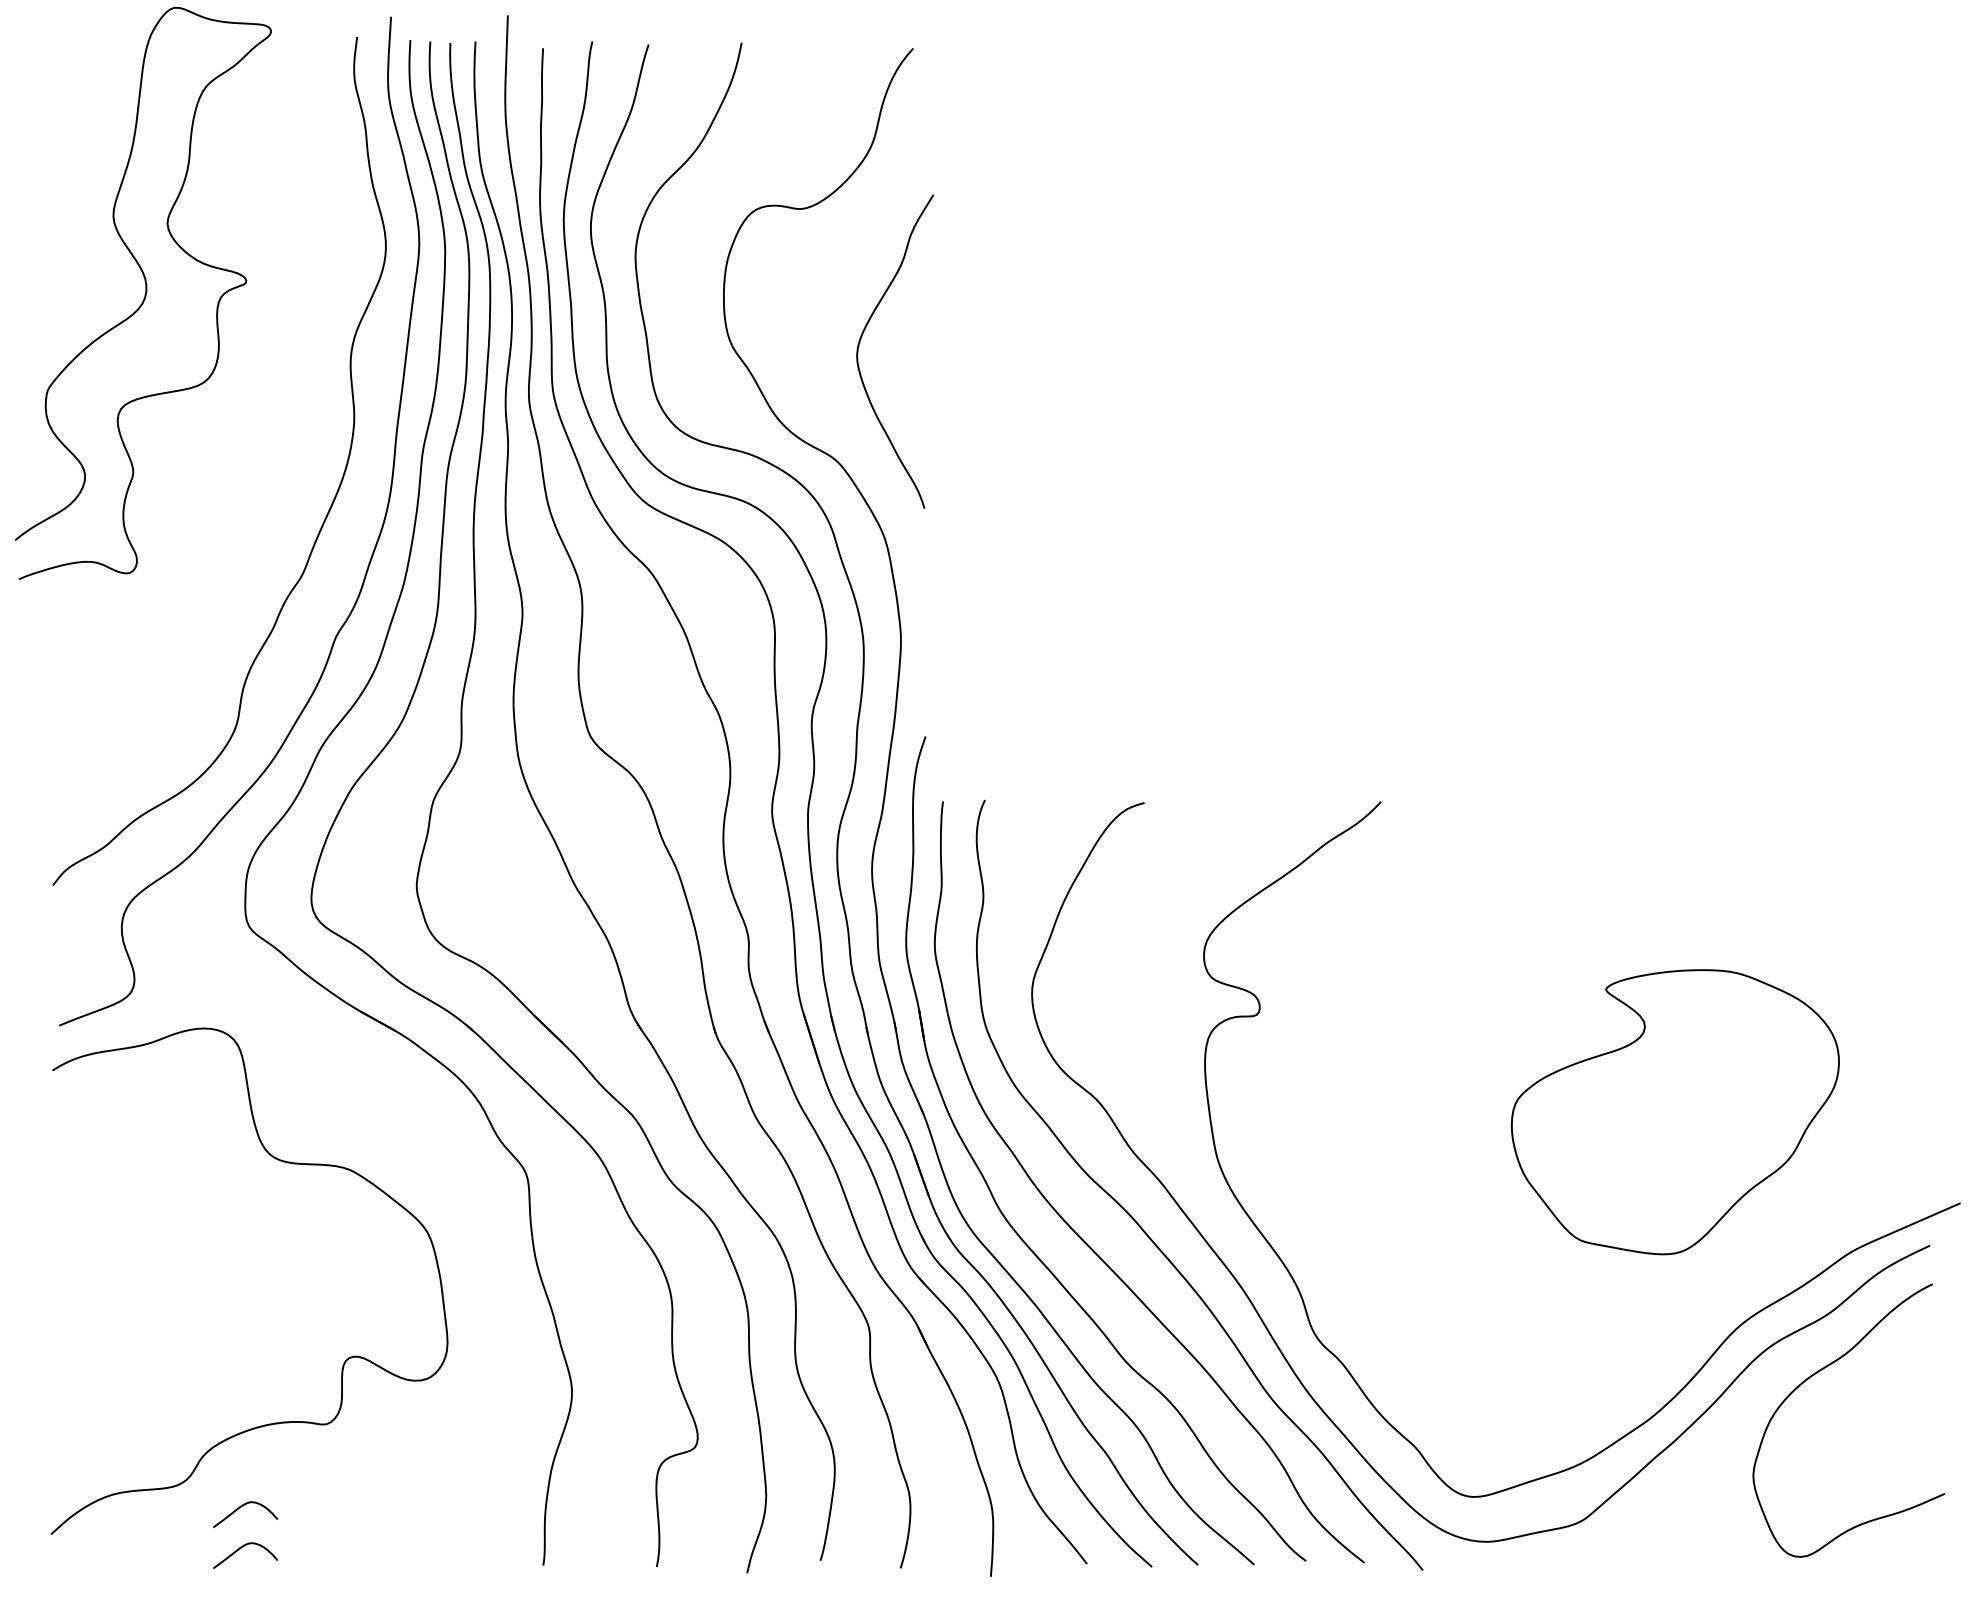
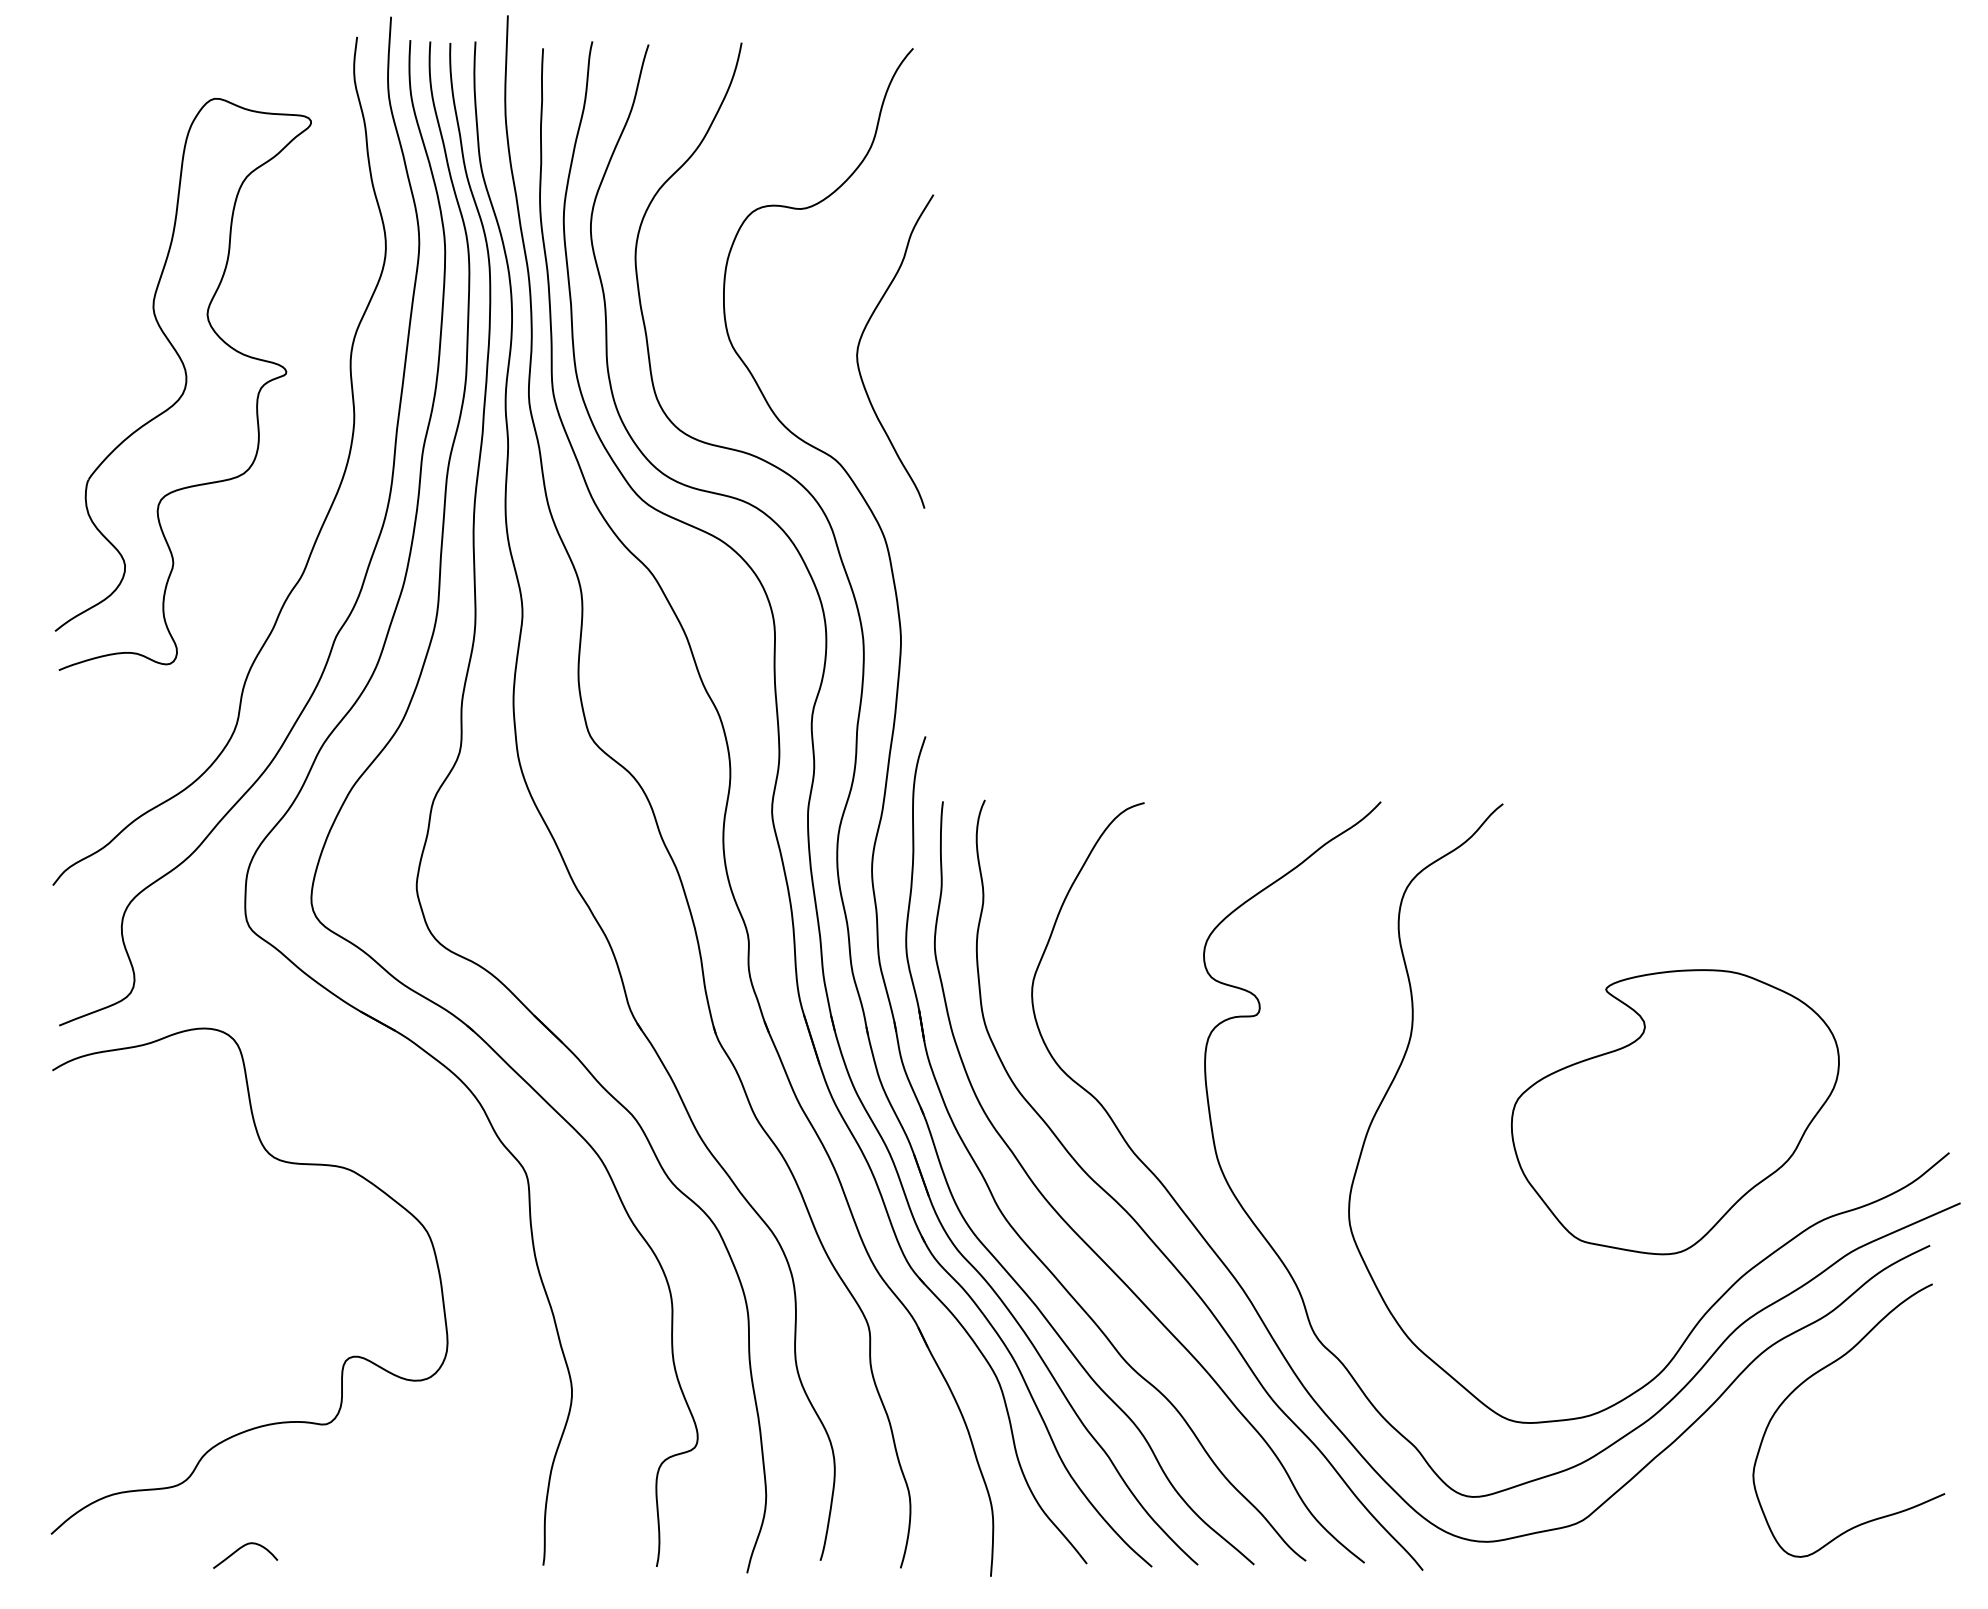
part at (142, 292) position: (142, 292) -> (182, 383)
curve at (1755, 1264): none -> present
curve at (240, 1508): present -> none
